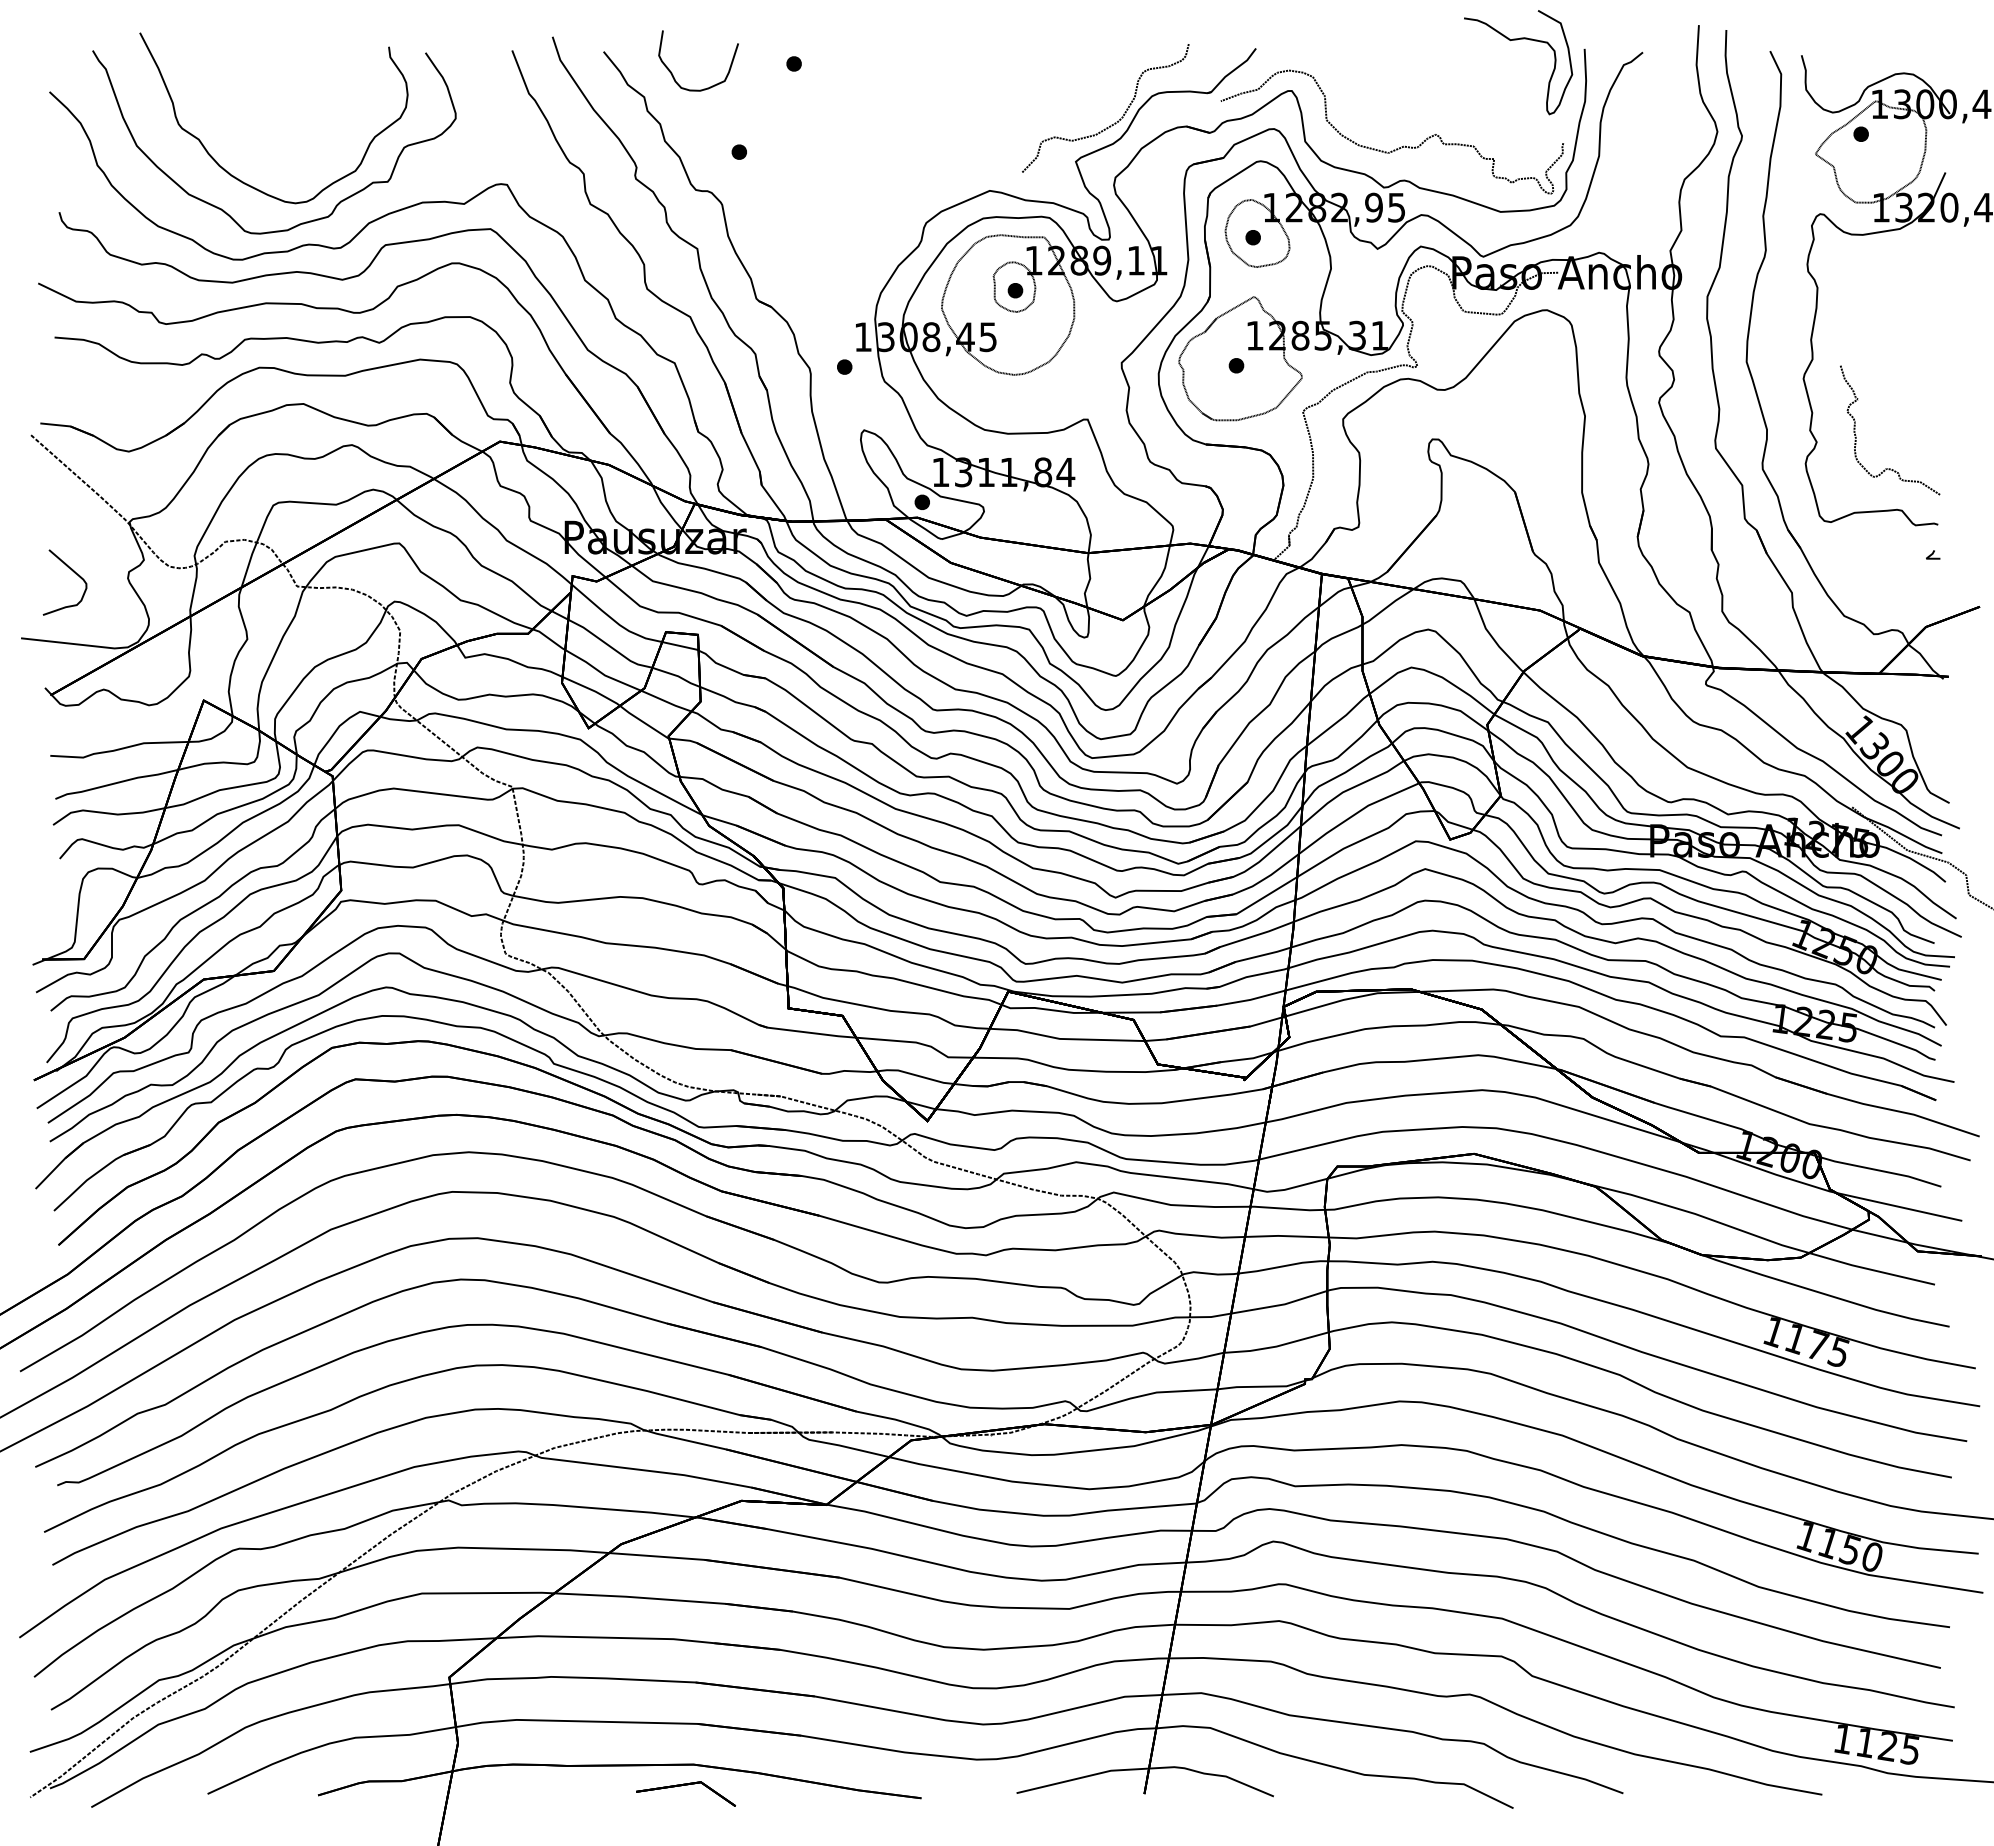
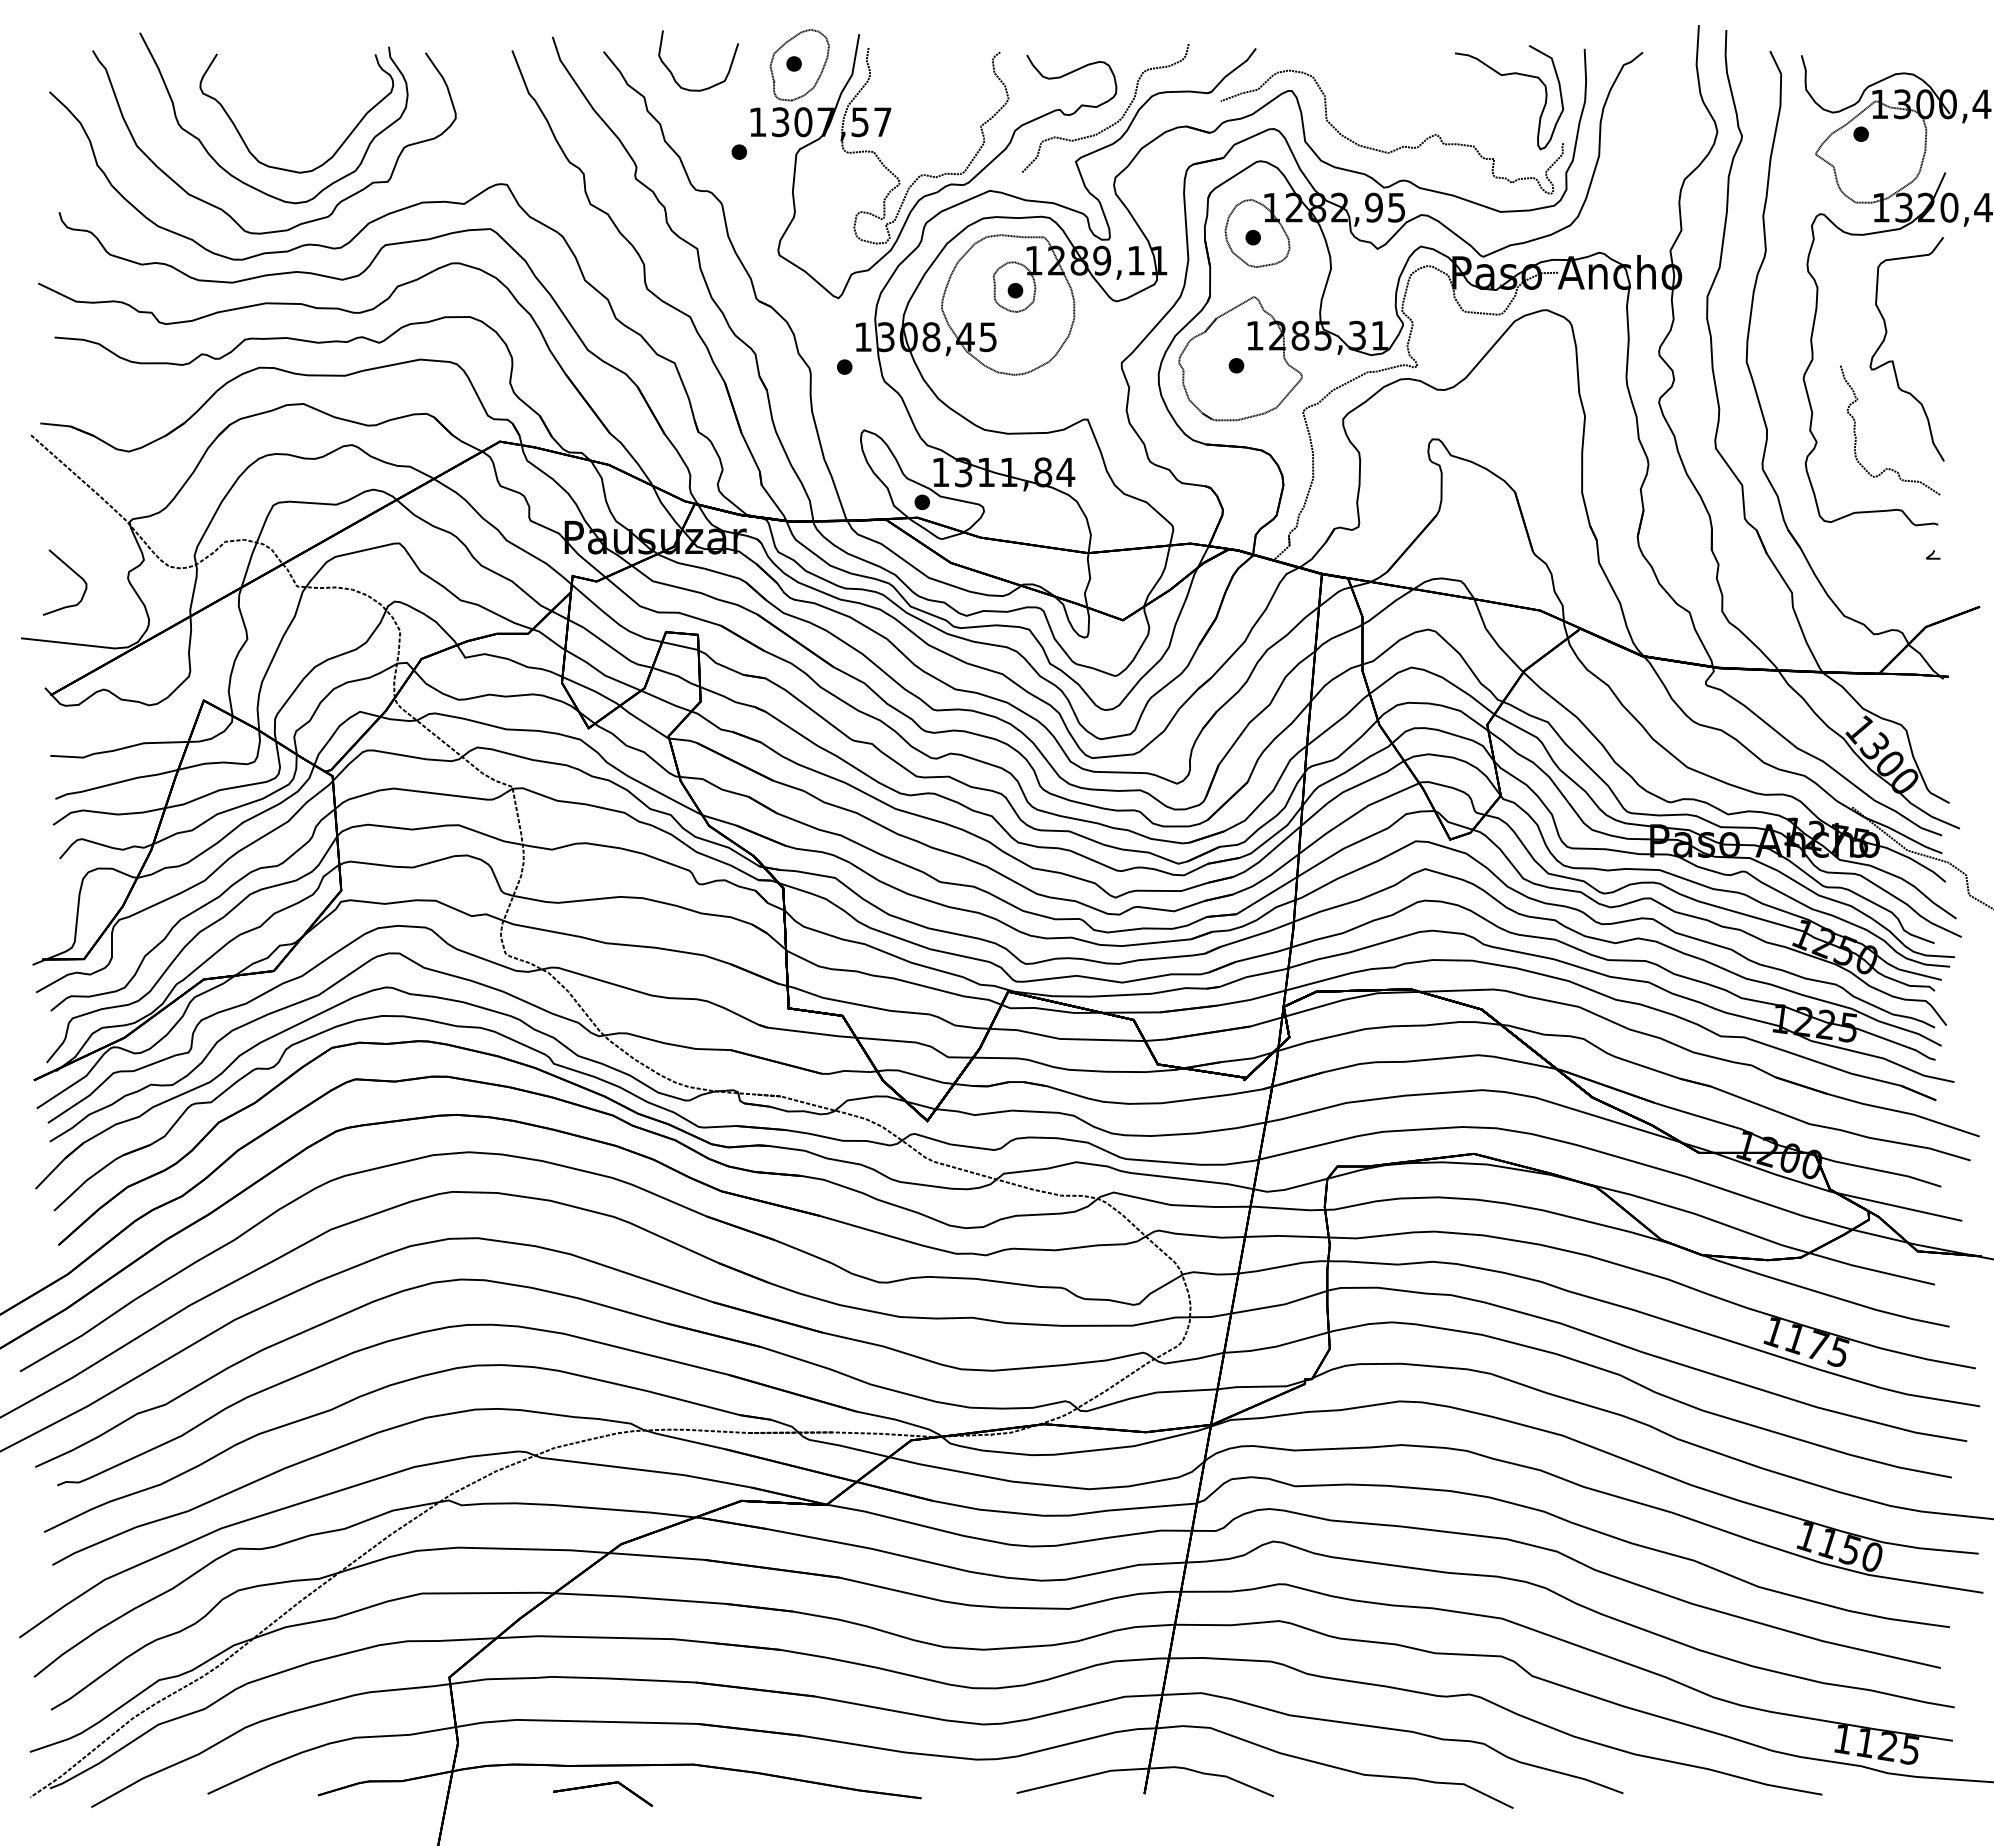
curve at (1517, 40) position: (1517, 40) -> (1508, 75)
curve at (338, 147): none -> present
part at (931, 175): none -> present
curve at (1893, 360): none -> present
part at (685, 1785) position: (685, 1785) -> (602, 1785)
